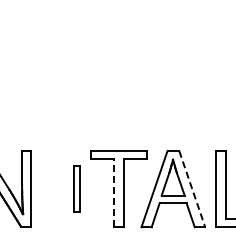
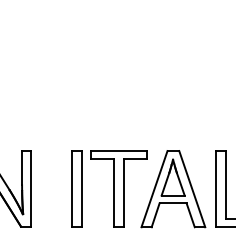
part at (76, 188) size: 8x48 px -> 12x78 px
line at (192, 189): dashed -> solid
line at (114, 193): dashed -> solid
